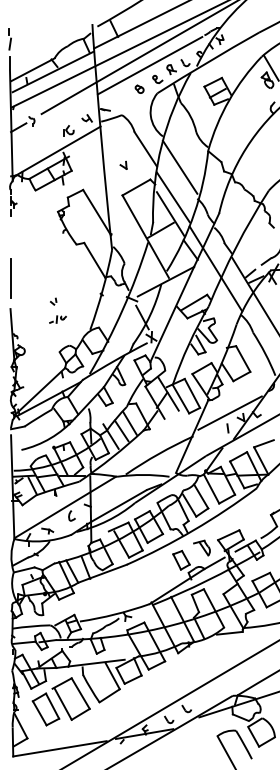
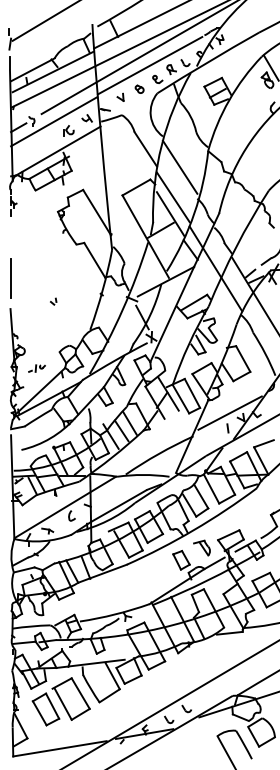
line at (44, 21): none -> present
line at (54, 121): none -> present
part at (123, 164) position: (123, 164) -> (120, 96)
part at (57, 319) position: (57, 319) -> (36, 368)
